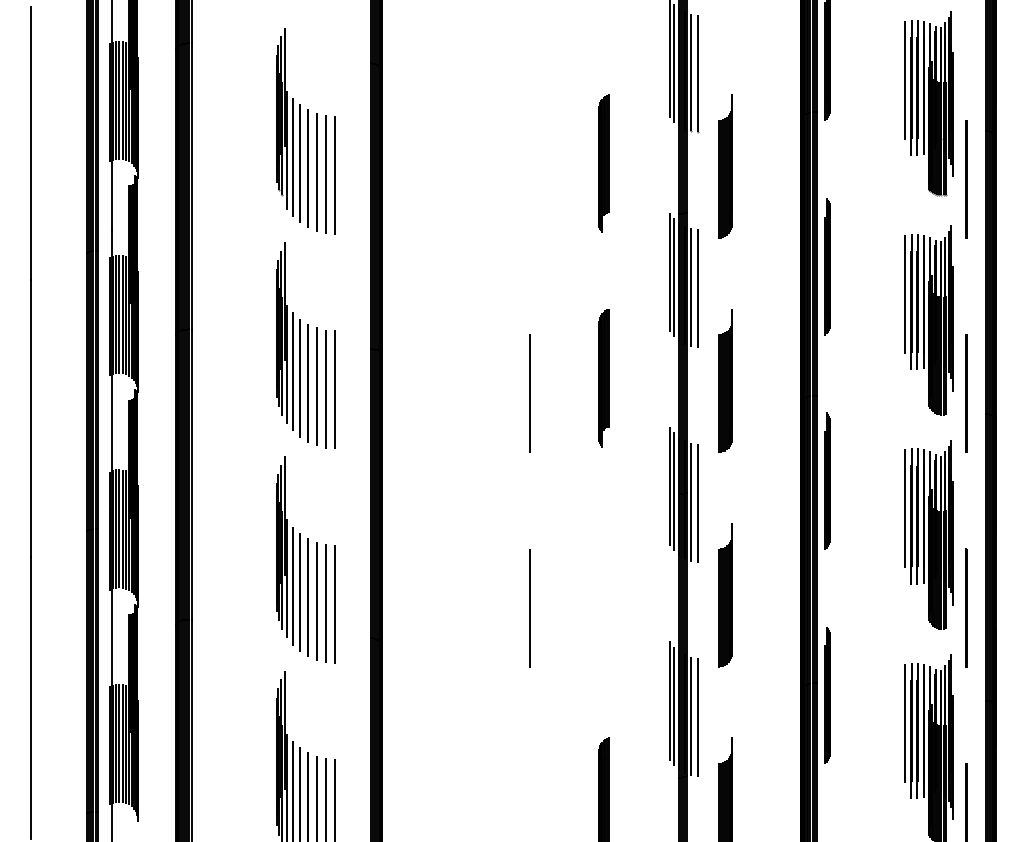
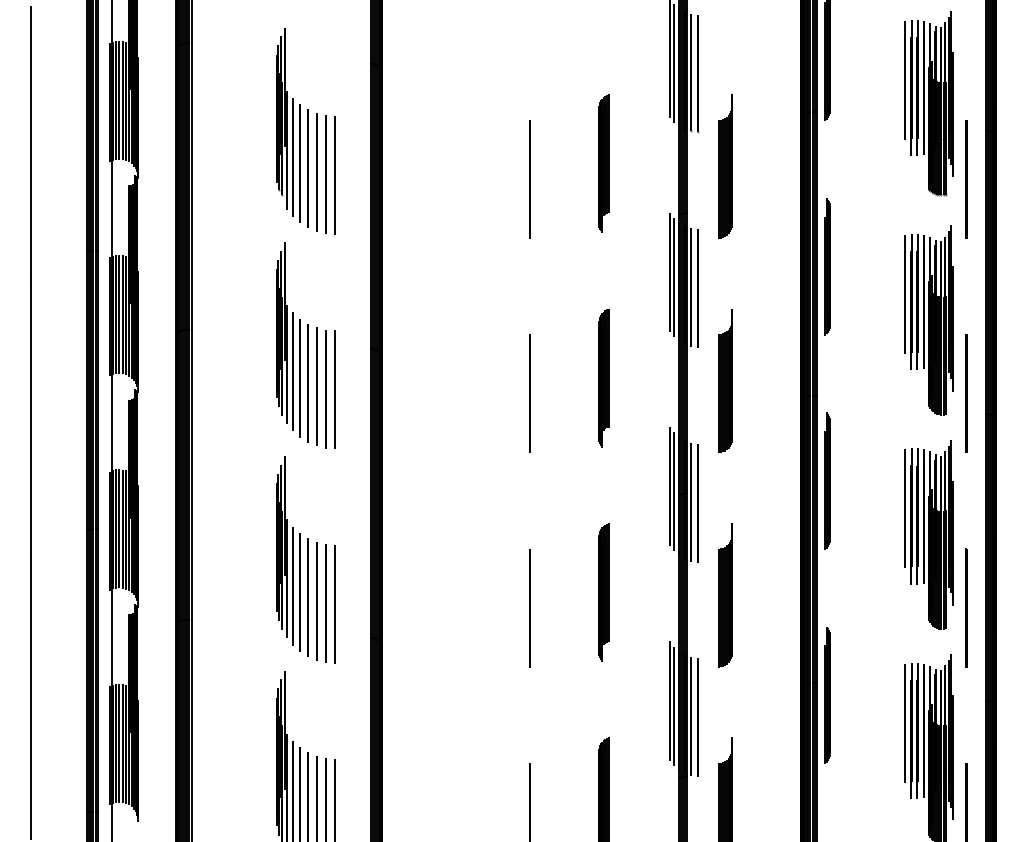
line at (529, 179): none -> present
part at (603, 592): none -> present
line at (529, 800): none -> present
